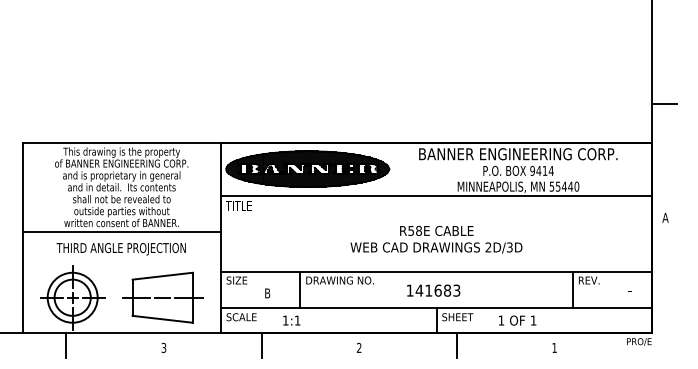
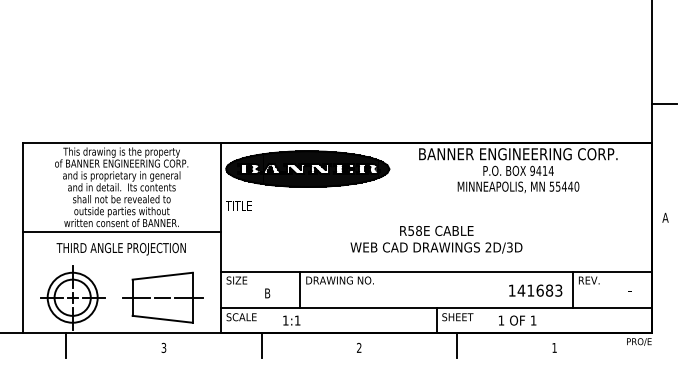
line at (436, 196): present -> none
text at (433, 290) position: (433, 290) -> (535, 290)
